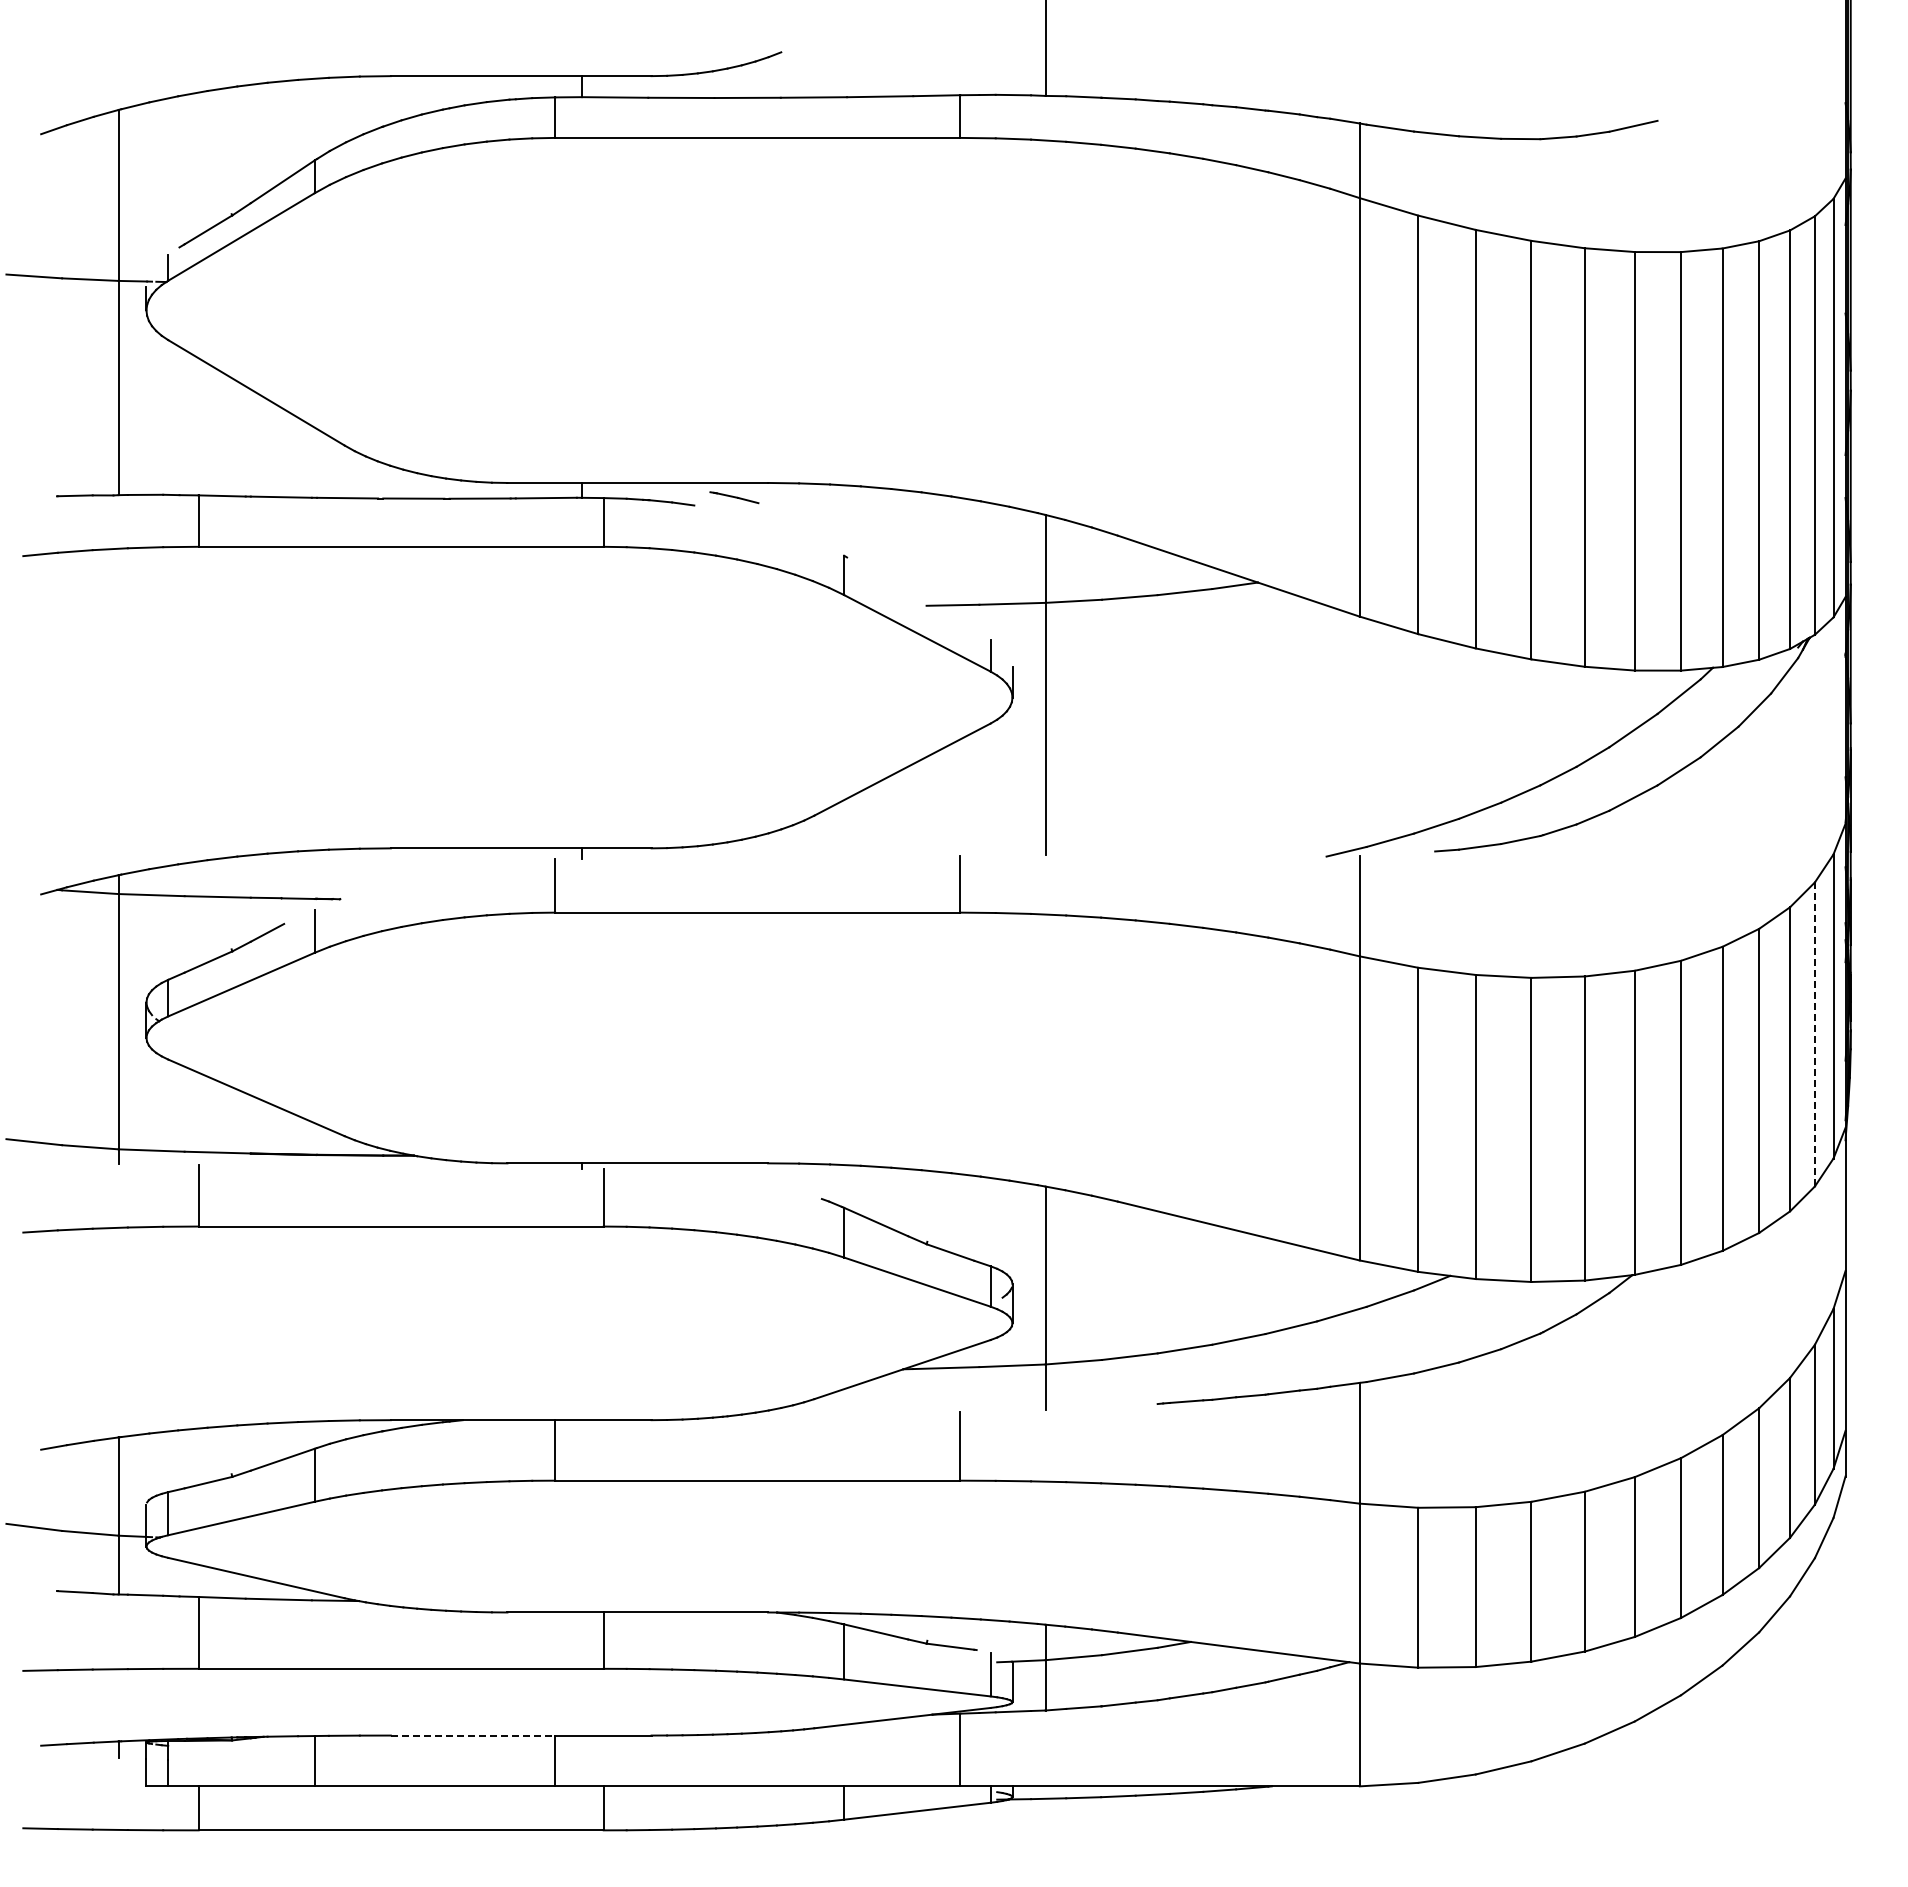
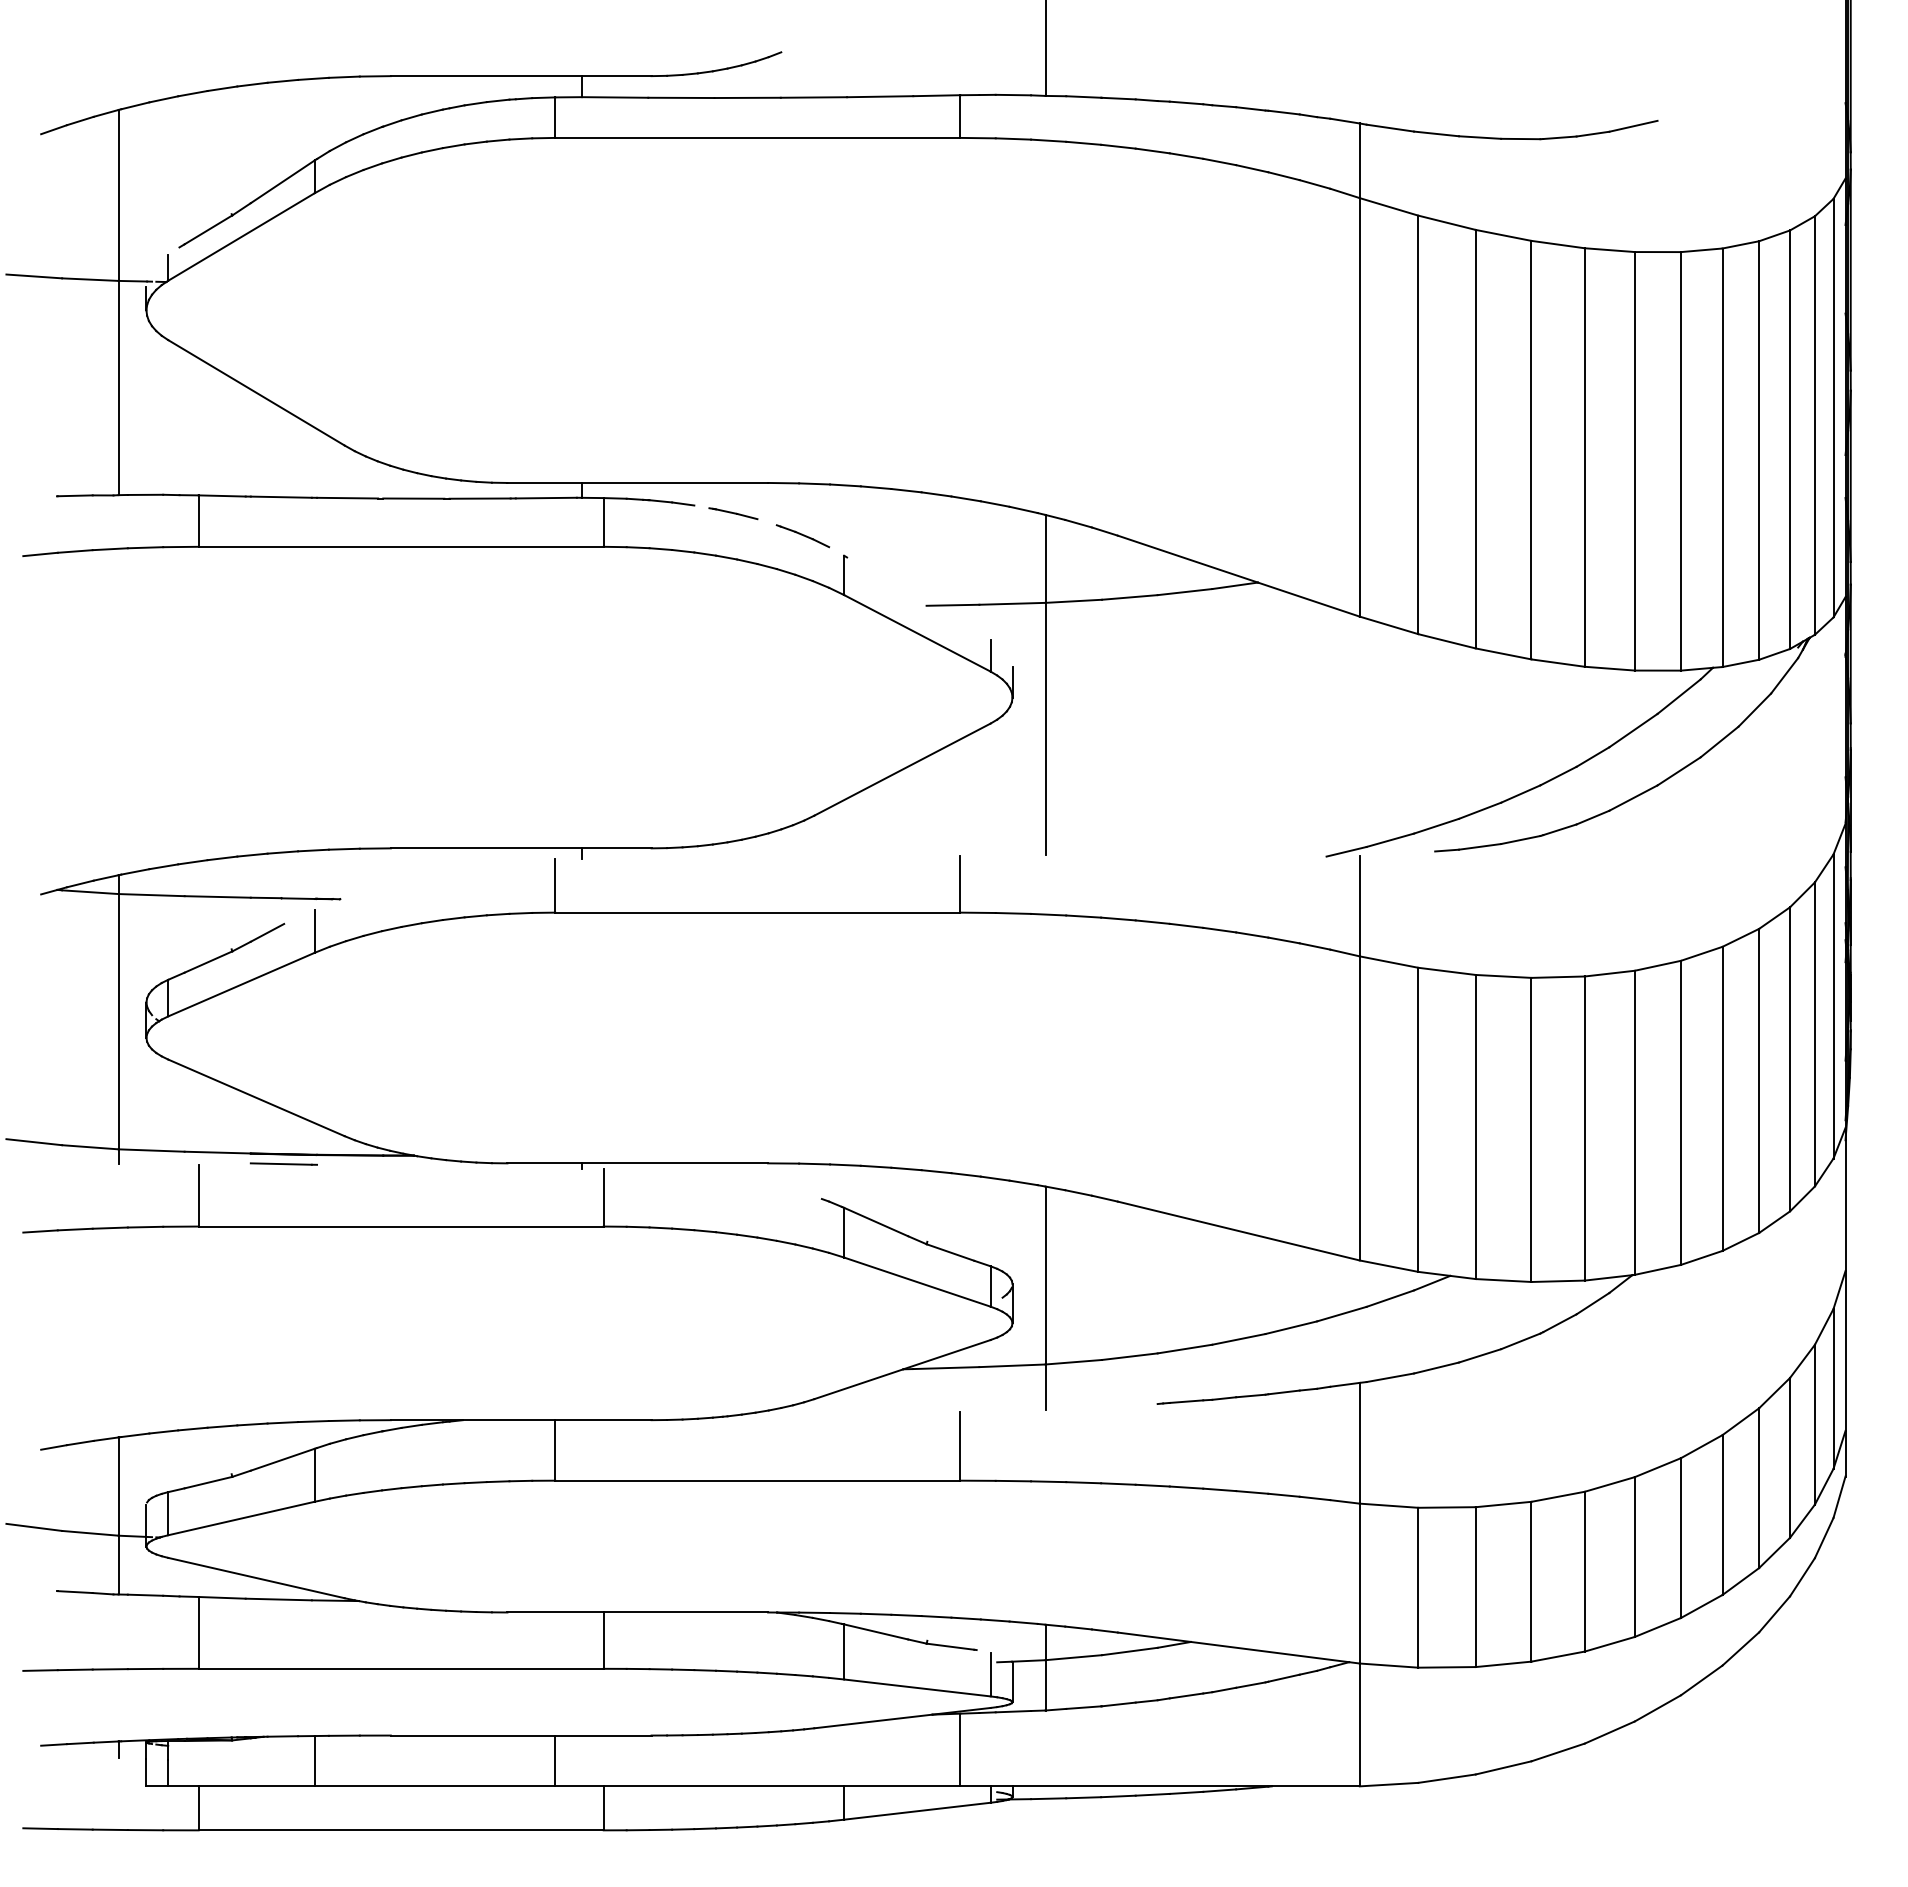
line at (734, 497) position: (734, 497) -> (733, 513)
part at (802, 536): none -> present
line at (1814, 1034): dashed -> solid
line at (283, 1163): none -> present
line at (473, 1735): dashed -> solid
